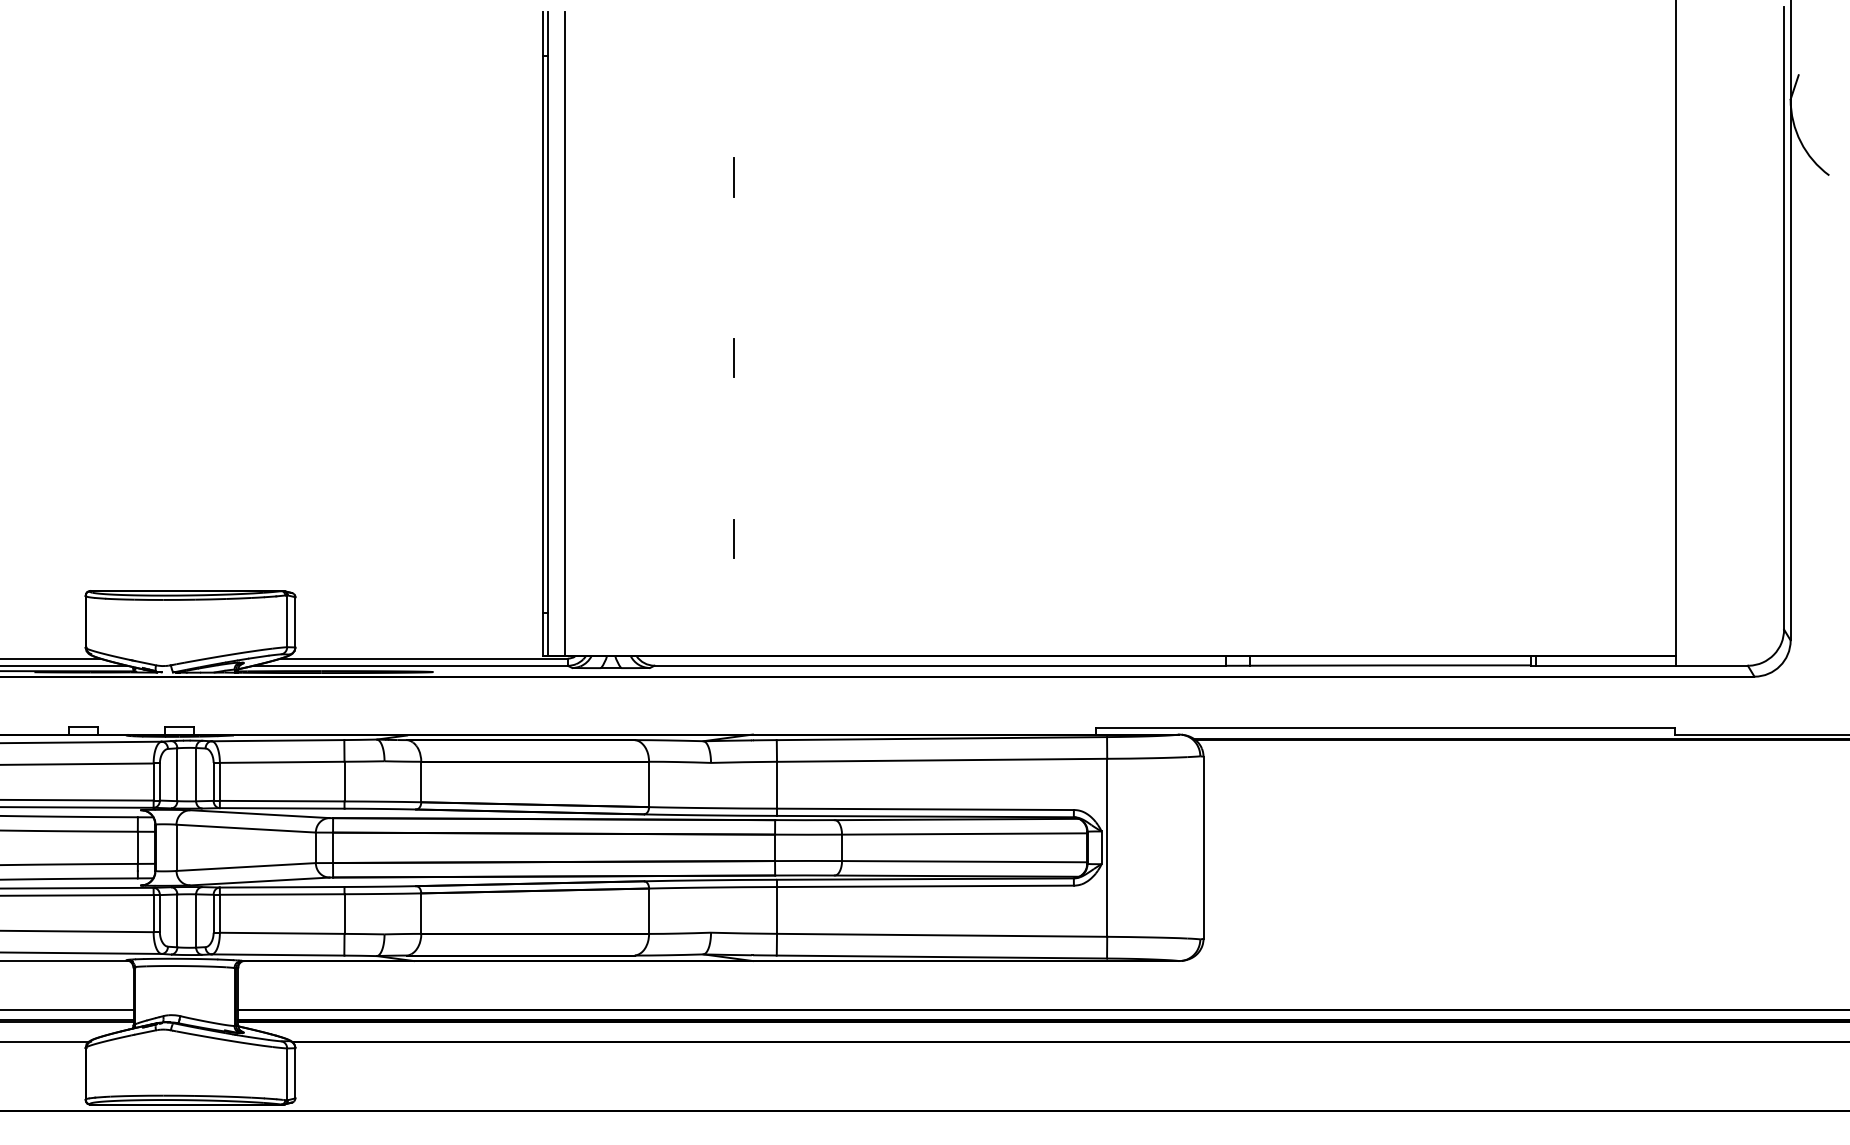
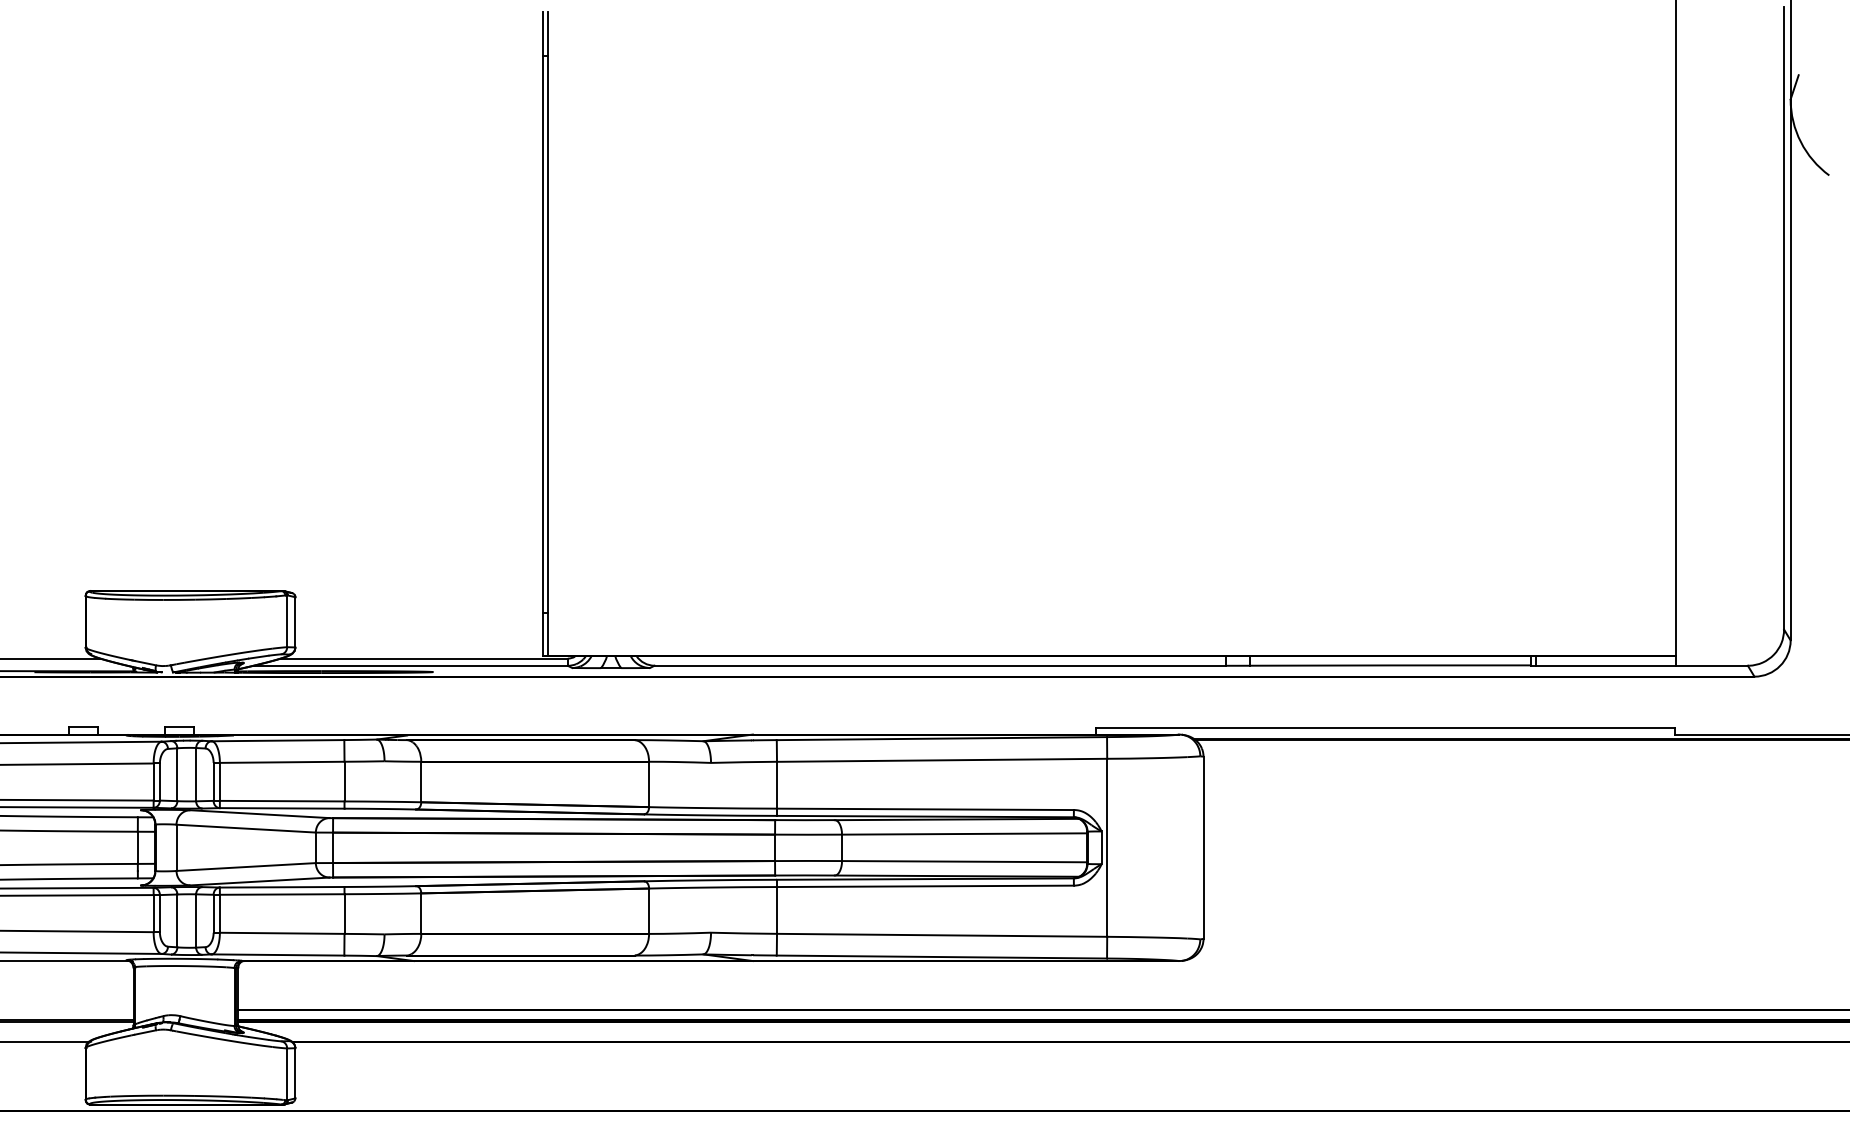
line at (734, 177): present -> none
line at (565, 333): present -> none
line at (734, 358): present -> none
line at (734, 539): present -> none
line at (64, 665): present -> none
line at (67, 1009): present -> none
